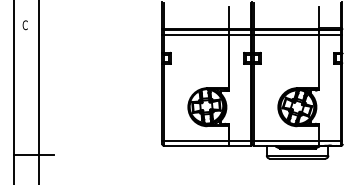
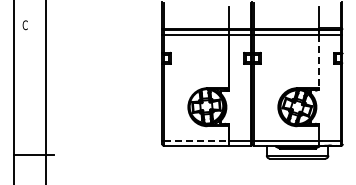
line at (319, 62): solid -> dashed
line at (39, 91) position: (39, 91) -> (46, 91)
line at (196, 140): solid -> dashed
